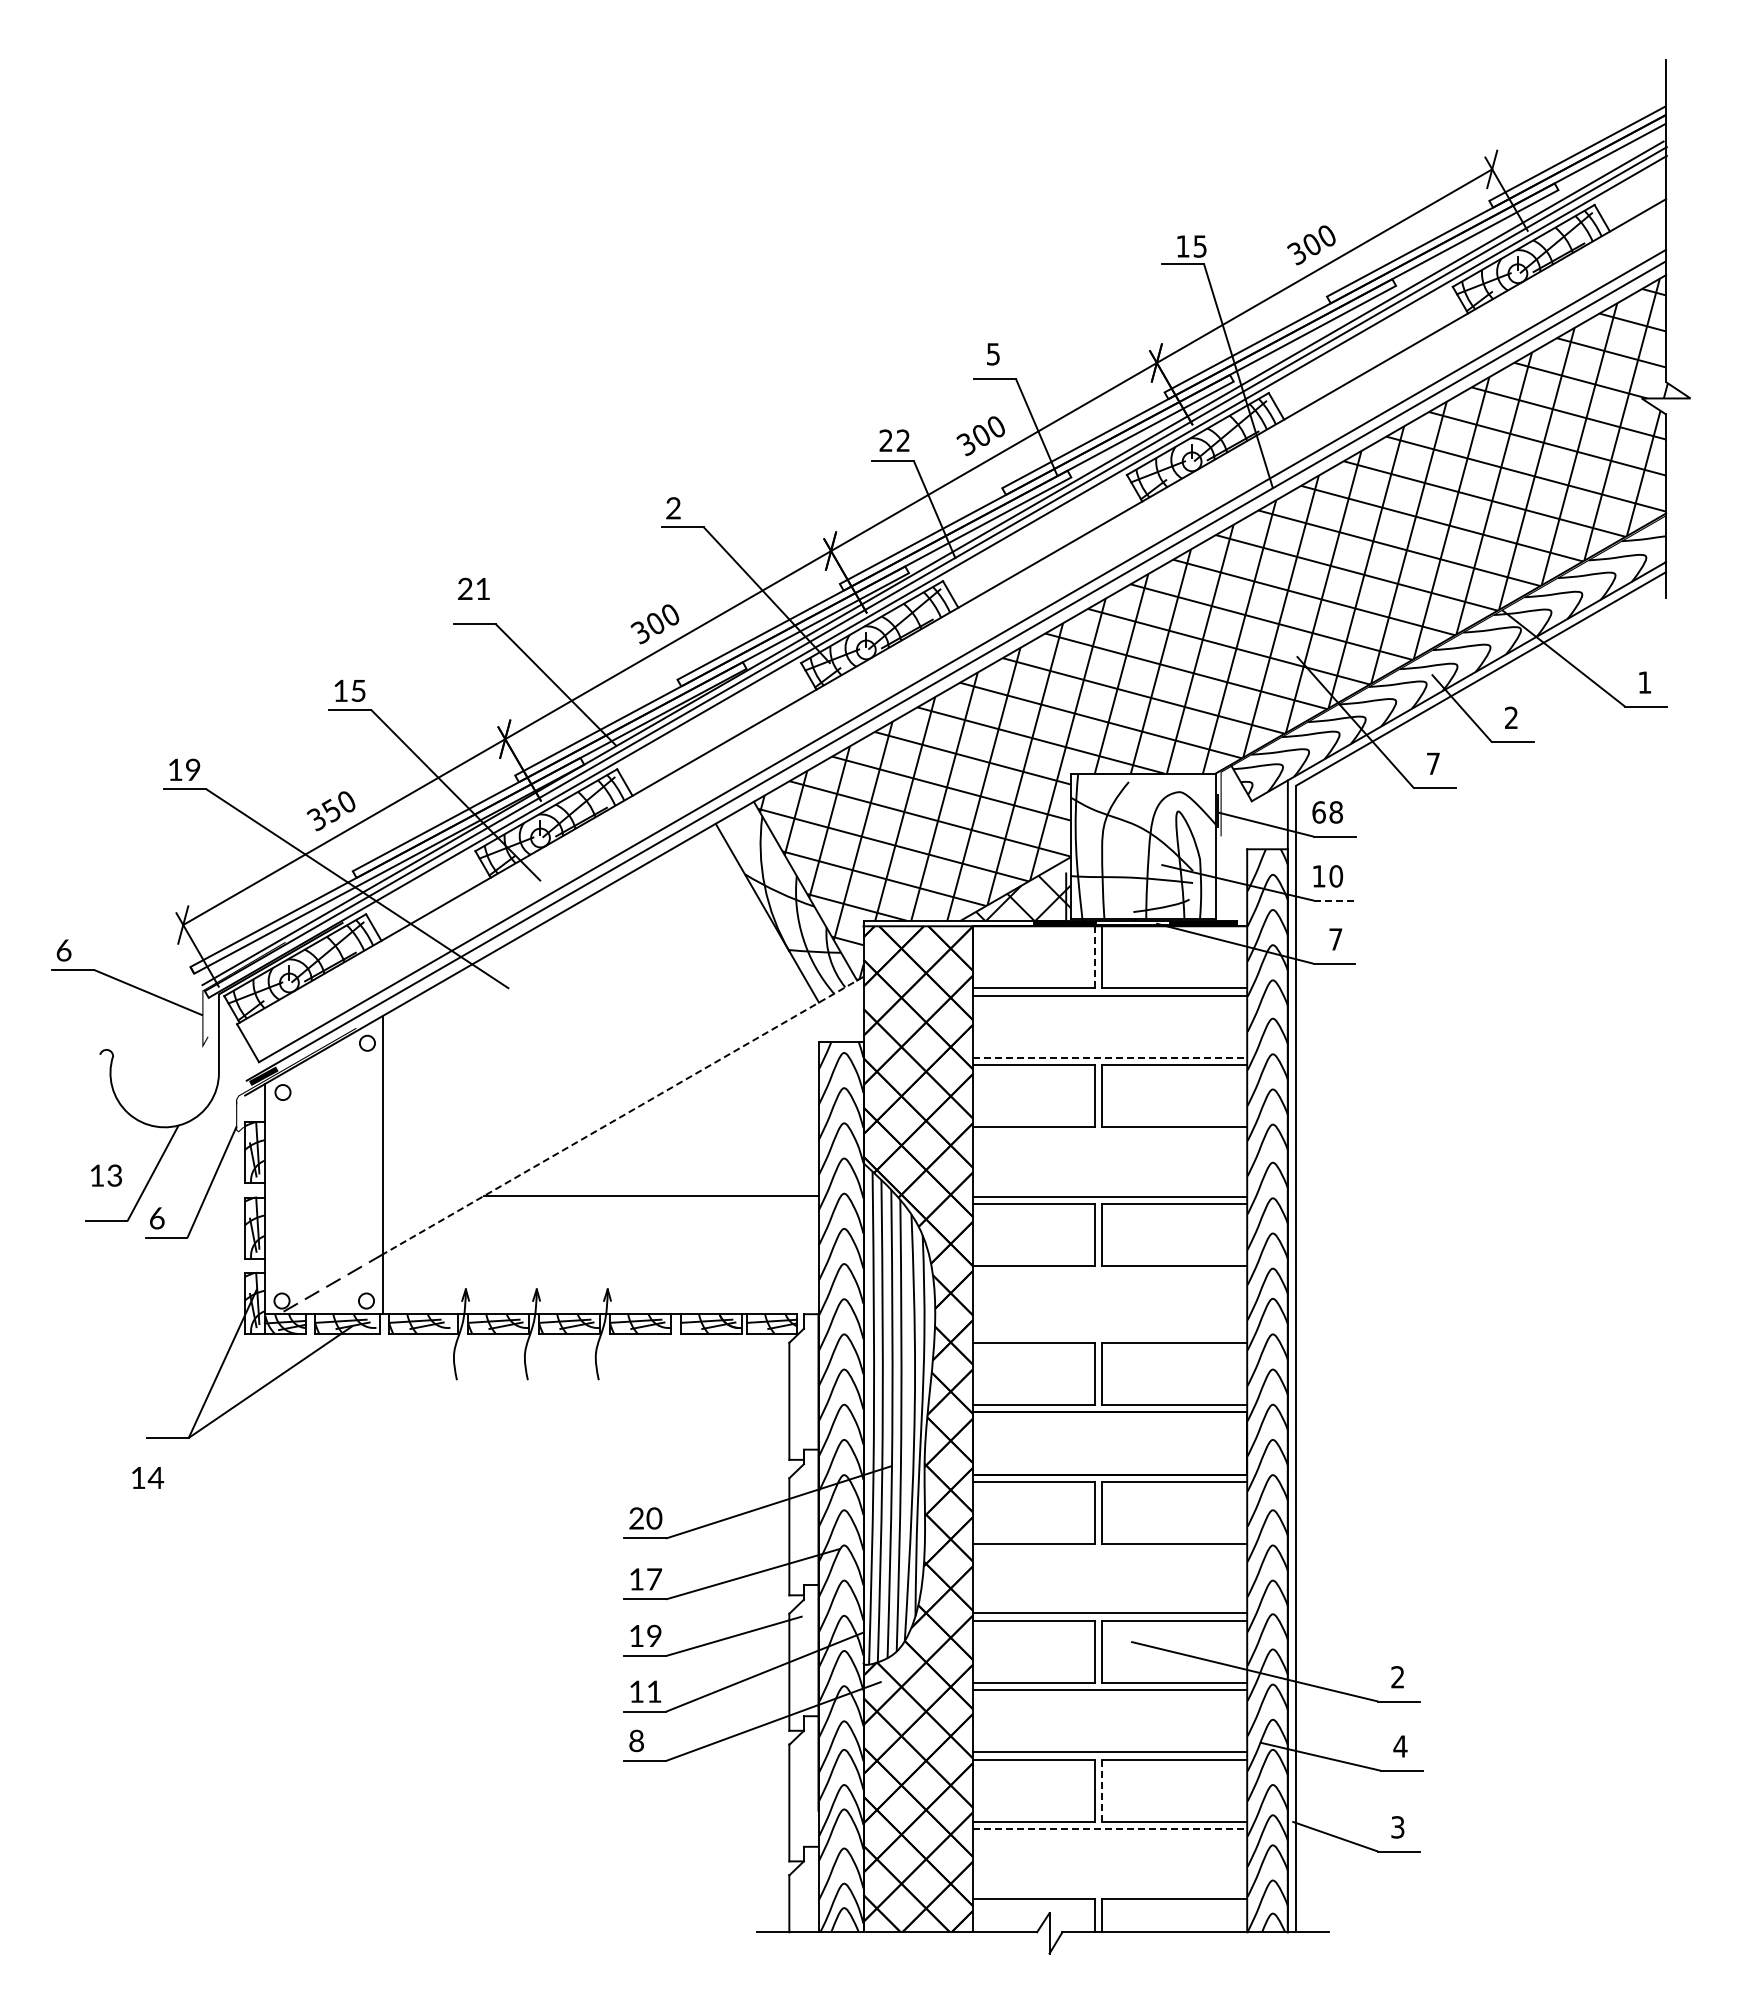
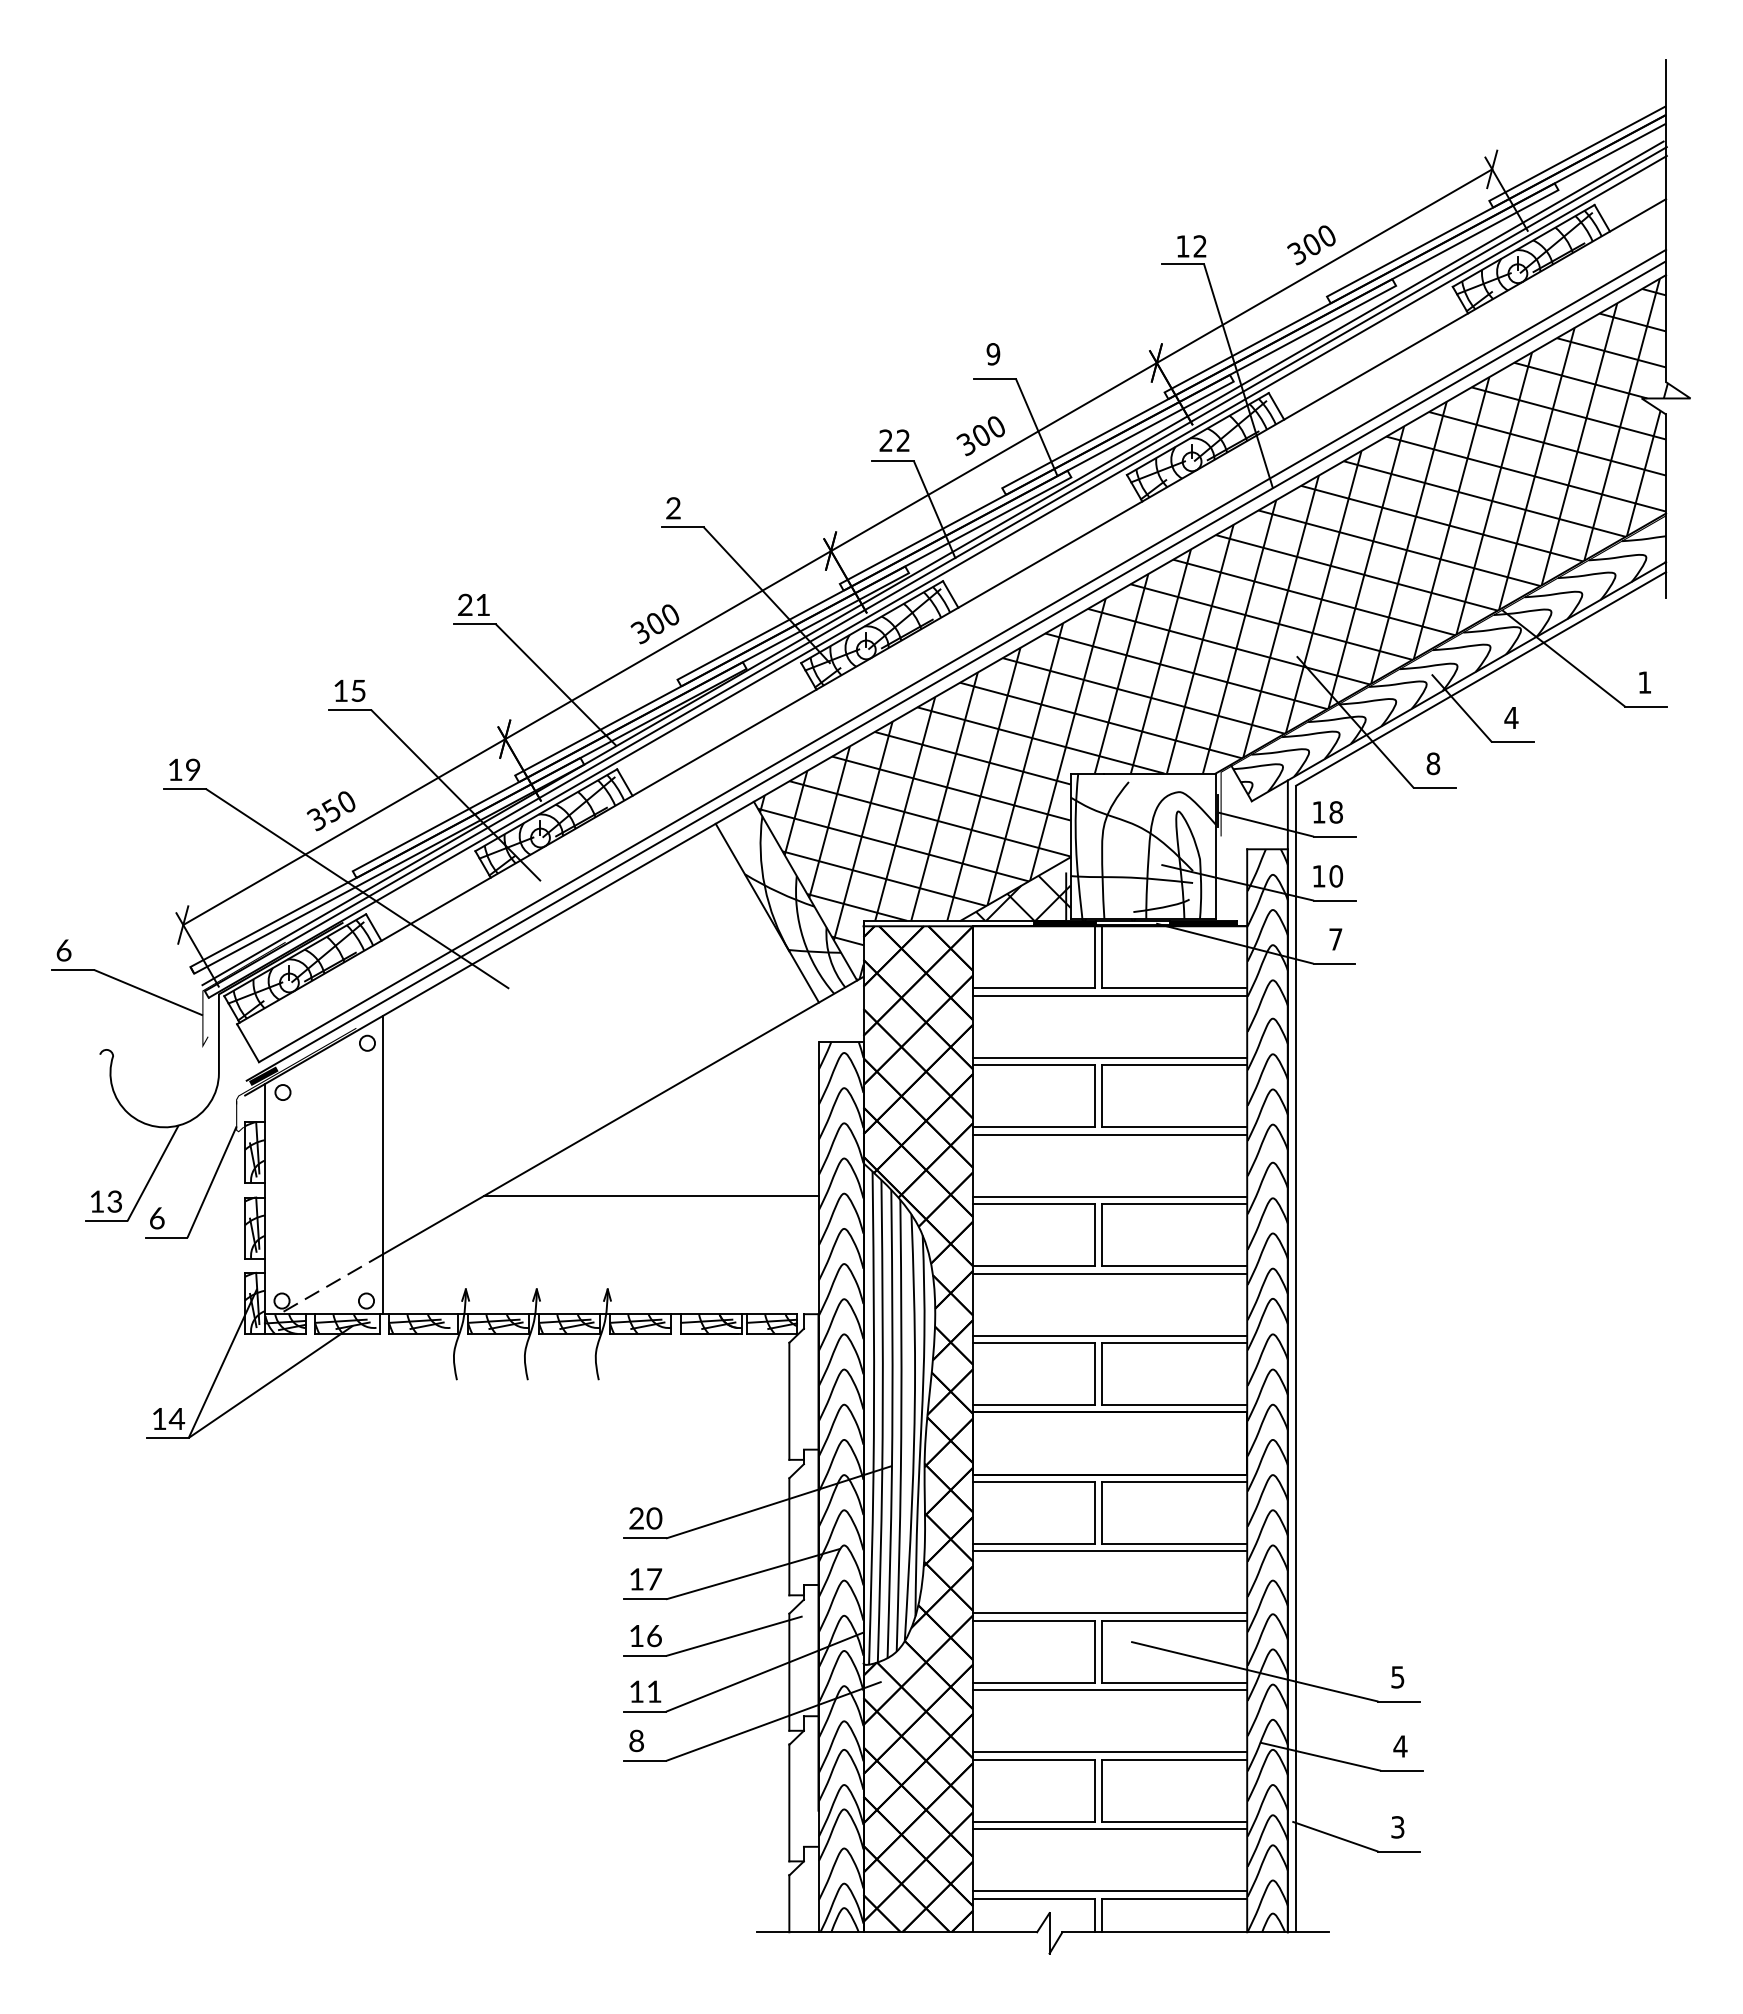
text at (1199, 246): 15 -> 12
text at (993, 354): 5 -> 9
text at (473, 588) position: (473, 588) -> (473, 604)
text at (1511, 717): 2 -> 4
text at (1433, 763): 7 -> 8
text at (1318, 812): 68 -> 18
line at (1334, 900): dashed -> solid
line at (1094, 957): dashed -> solid
line at (1110, 1057): dashed -> solid
line at (622, 1115): dashed -> solid
line at (1110, 1134): none -> present
text at (106, 1175) position: (106, 1175) -> (106, 1201)
line at (1110, 1273): none -> present
line at (1110, 1335): none -> present
text at (148, 1477) position: (148, 1477) -> (169, 1418)
line at (1110, 1551): none -> present
text at (654, 1635): 19 -> 16
text at (1397, 1677): 2 -> 5
line at (1102, 1791): dashed -> solid
line at (1110, 1829): dashed -> solid
line at (1110, 1891): none -> present
